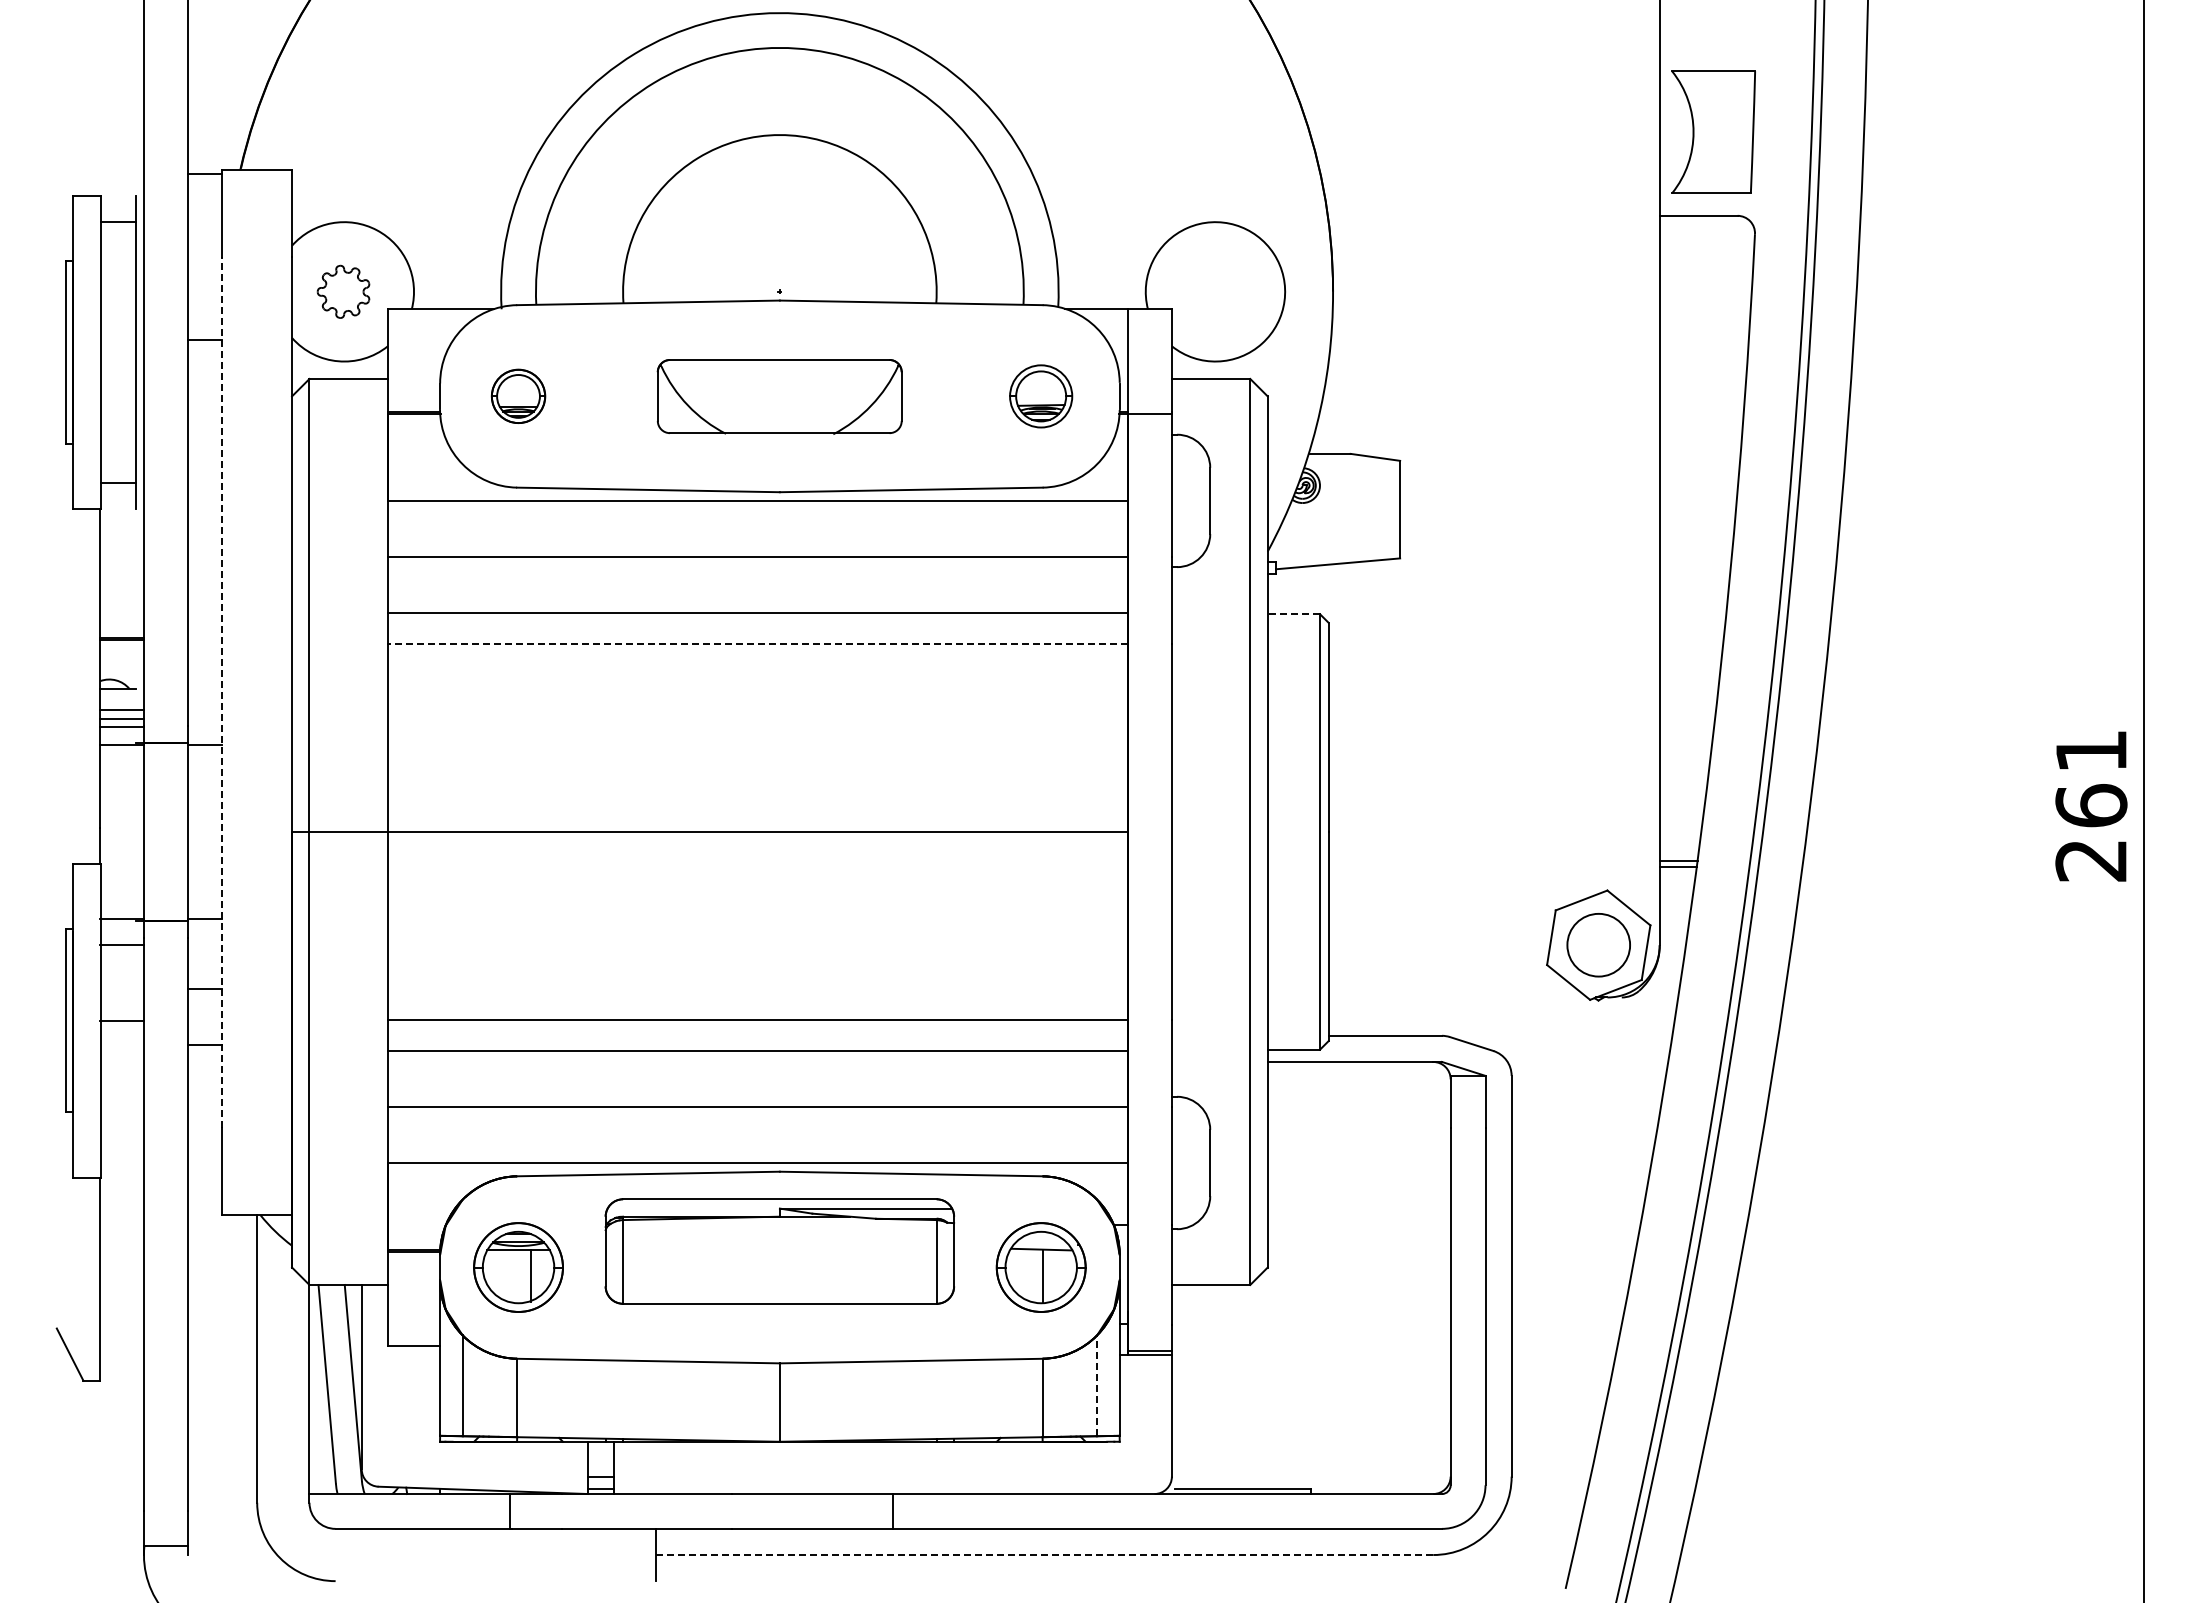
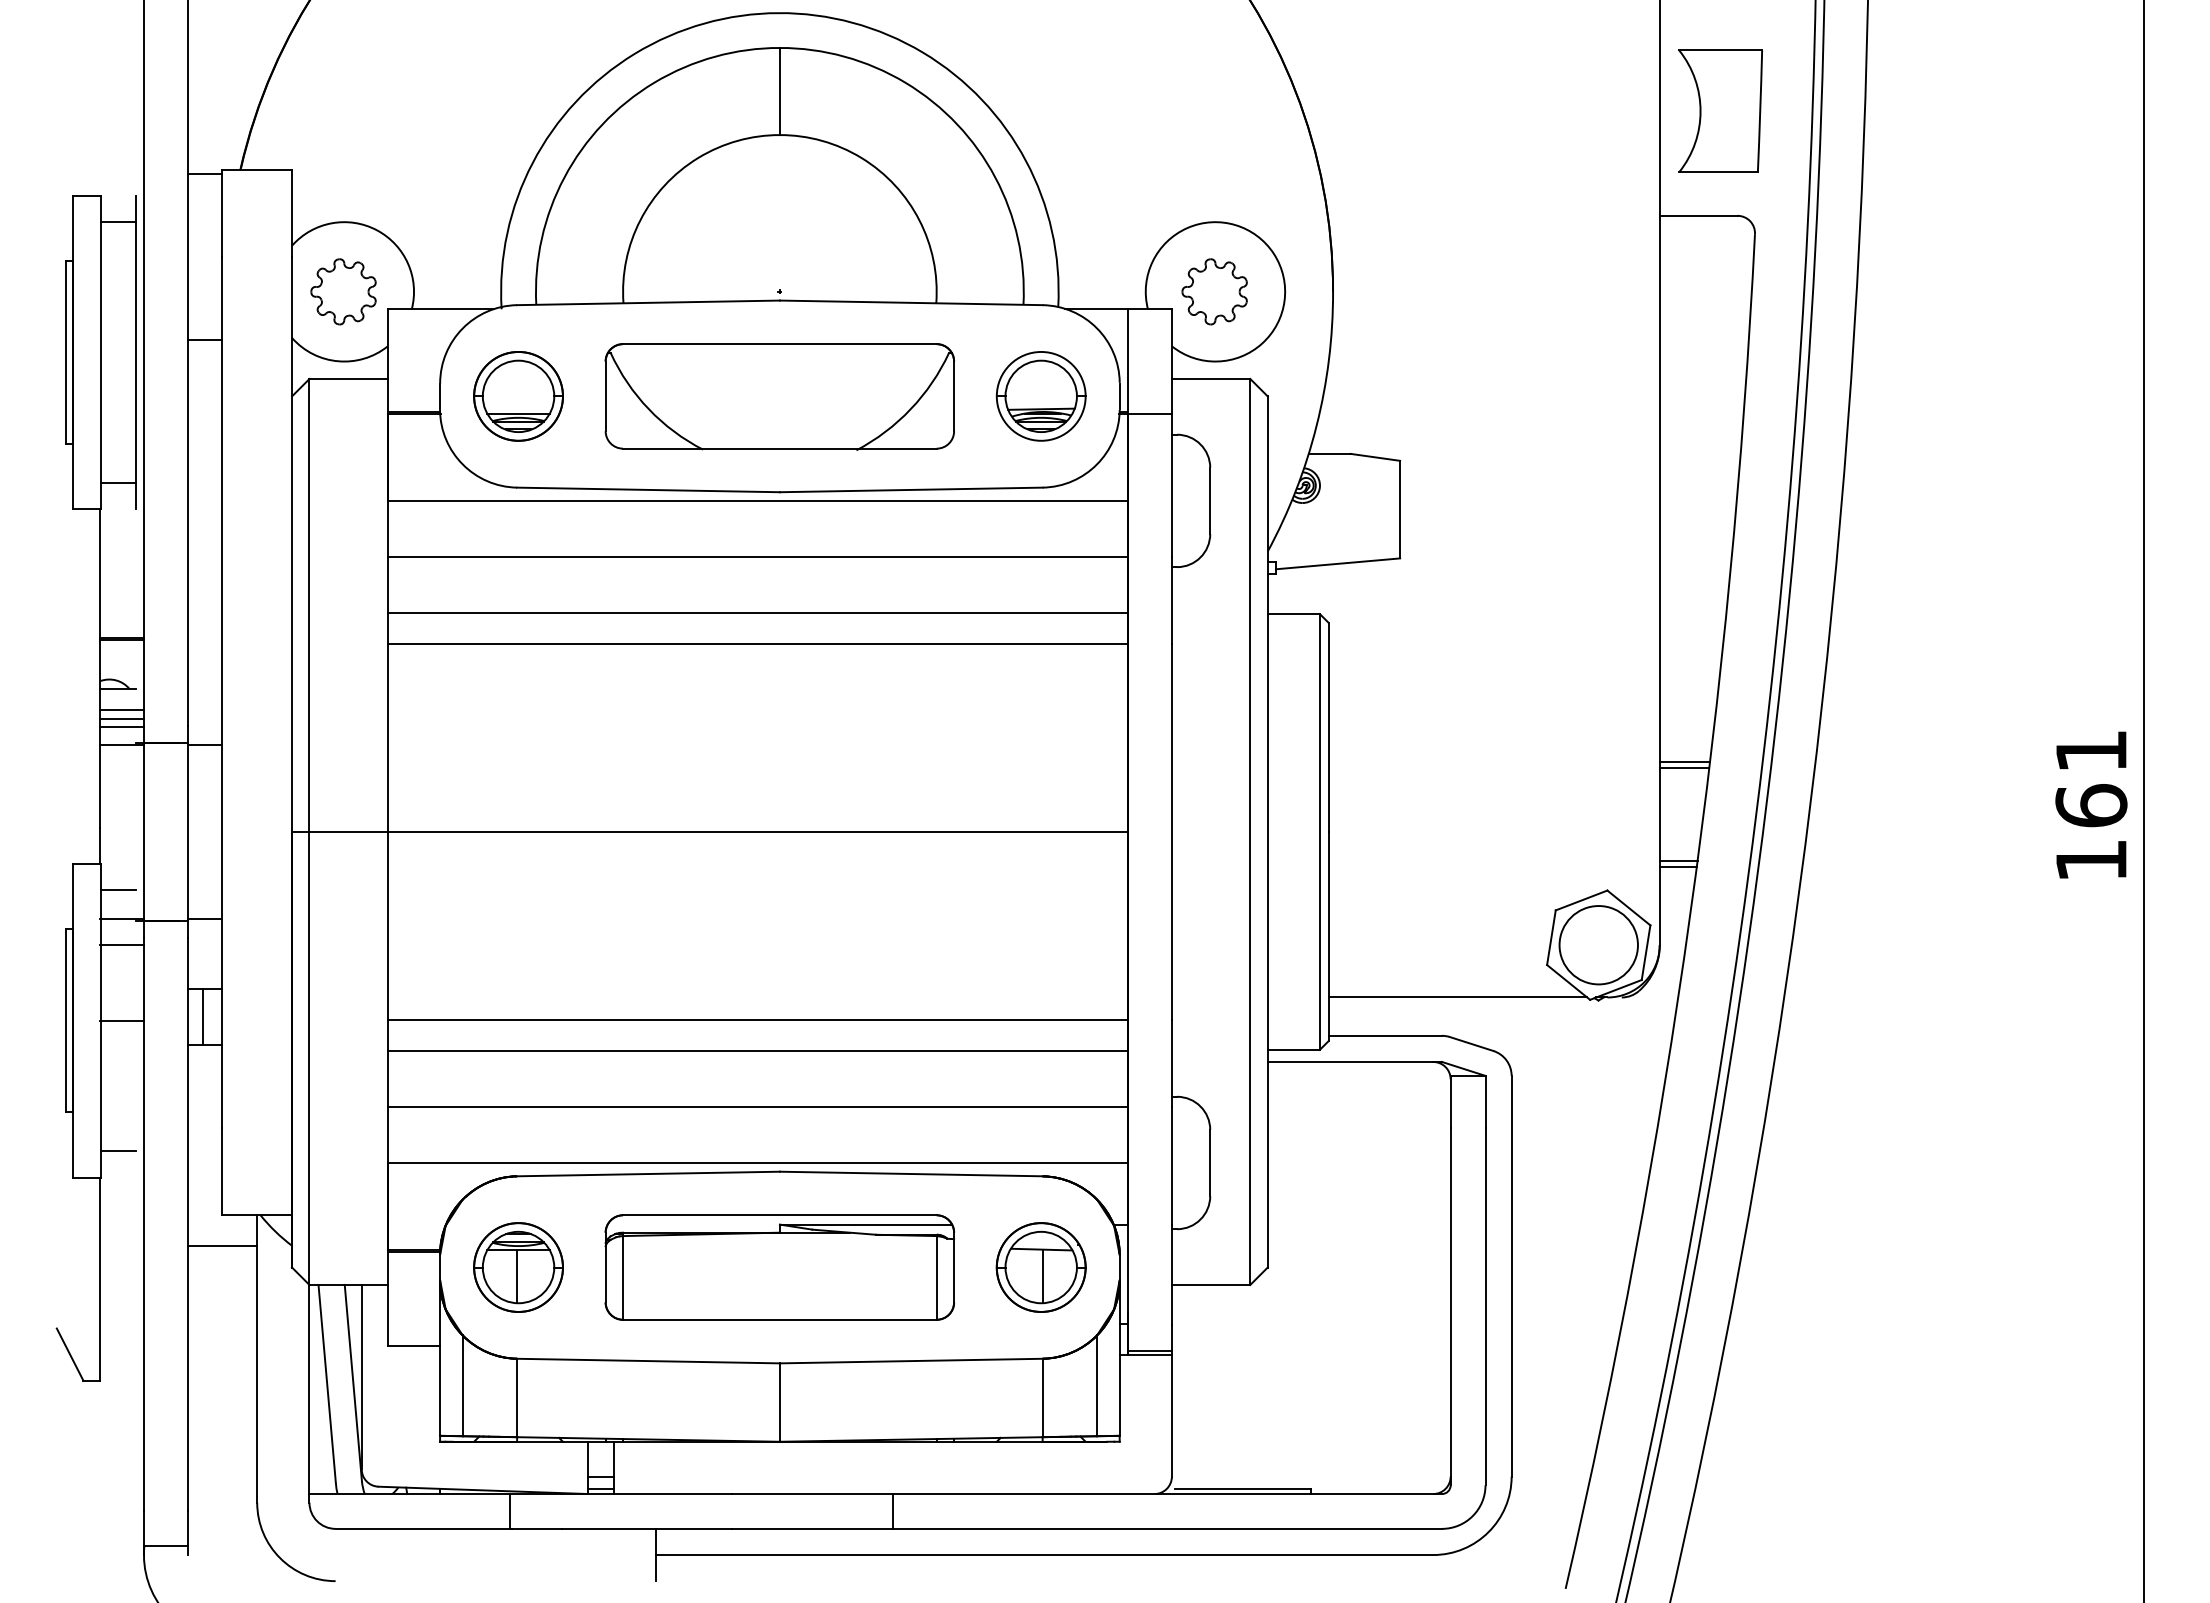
line at (779, 91): none -> present
part at (1713, 131) position: (1713, 131) -> (1720, 110)
part at (343, 291) size: 55x55 px -> 67x68 px
part at (1214, 291): none -> present
part at (518, 395) size: 57x56 px -> 91x91 px
part at (779, 396) size: 247x76 px -> 351x108 px
part at (1041, 396) size: 65x65 px -> 92x91 px
line at (1293, 614): dashed -> solid
line at (757, 644): dashed -> solid
line at (222, 692): dashed -> solid
line at (1684, 762): none -> present
line at (1684, 768): none -> present
text at (2090, 861): 261 -> 161
line at (117, 890): none -> present
circle at (1598, 944) diameter: 63 px -> 78 px
line at (1457, 997): none -> present
line at (203, 1016): none -> present
line at (117, 1151): none -> present
line at (222, 1245): none -> present
part at (779, 1251) position: (779, 1251) -> (779, 1267)
line at (531, 1276) position: (531, 1276) -> (517, 1276)
line at (1097, 1385): dashed -> solid
line at (1044, 1555): dashed -> solid
